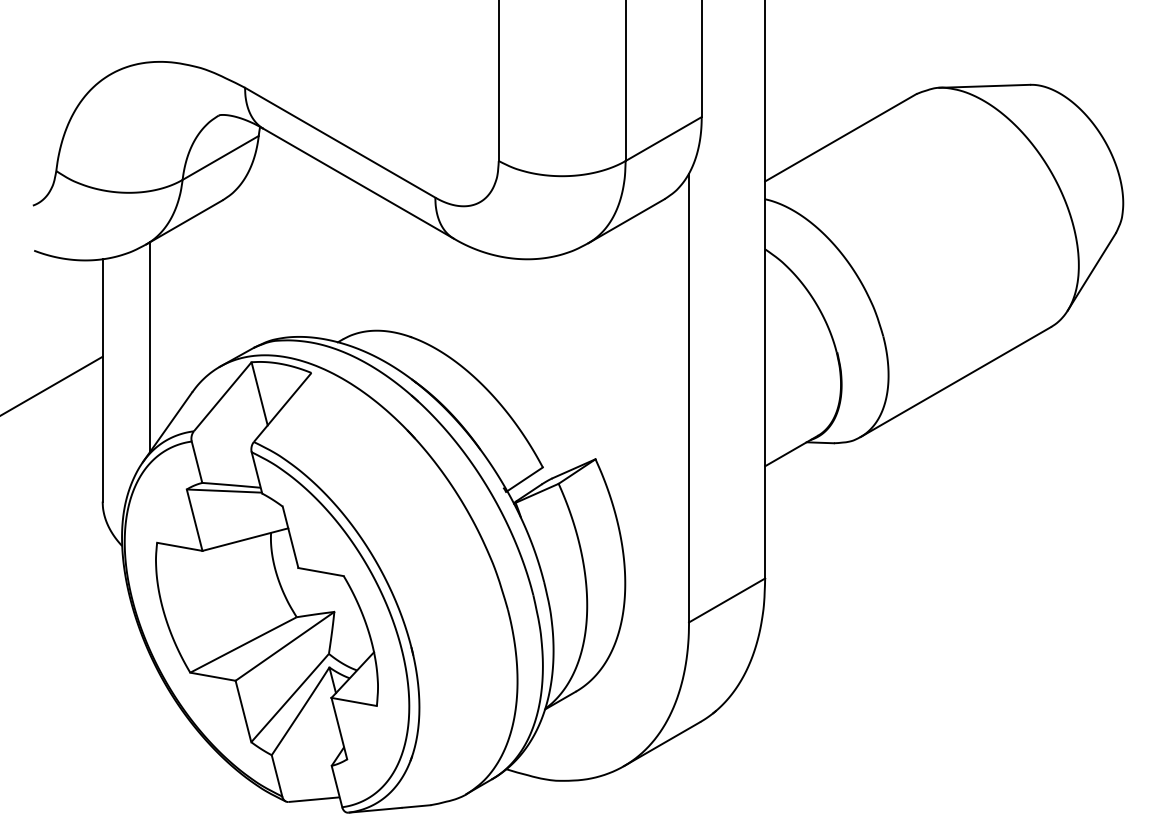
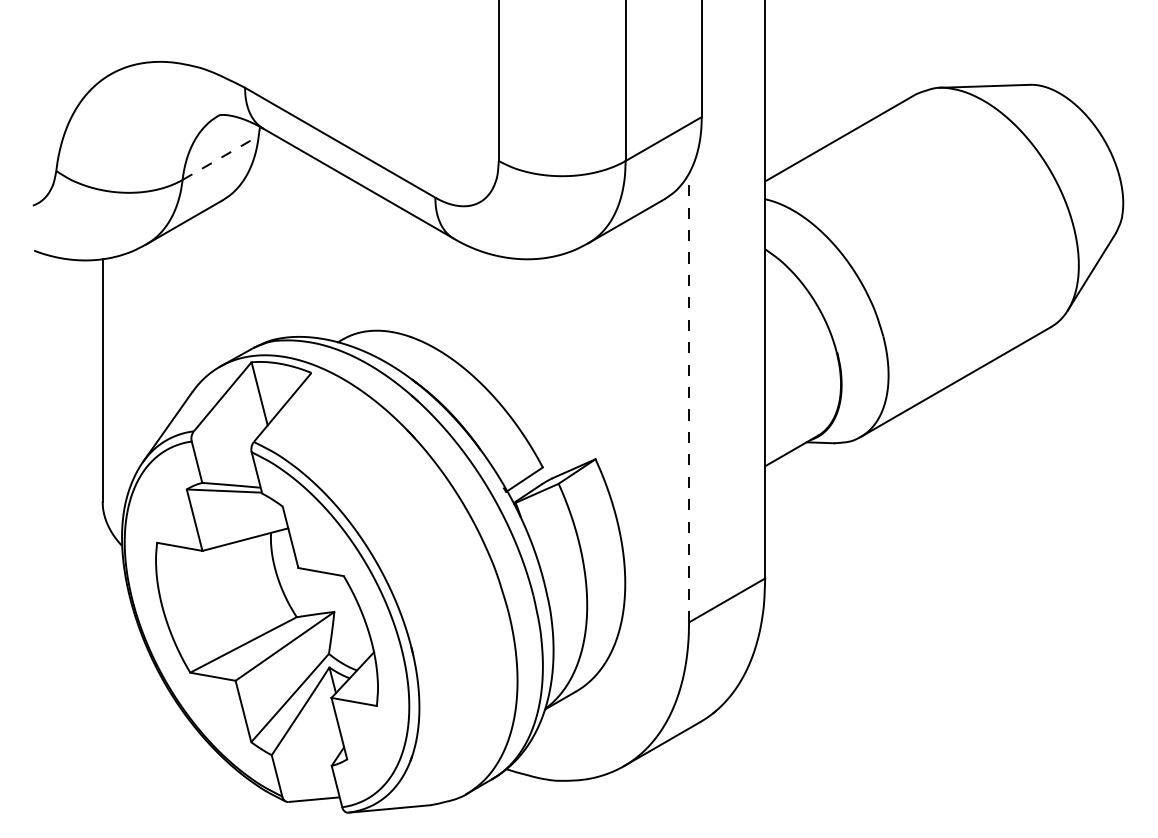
line at (220, 157): solid -> dashed
line at (149, 347): present -> none
line at (52, 385): present -> none
line at (689, 397): solid -> dashed
